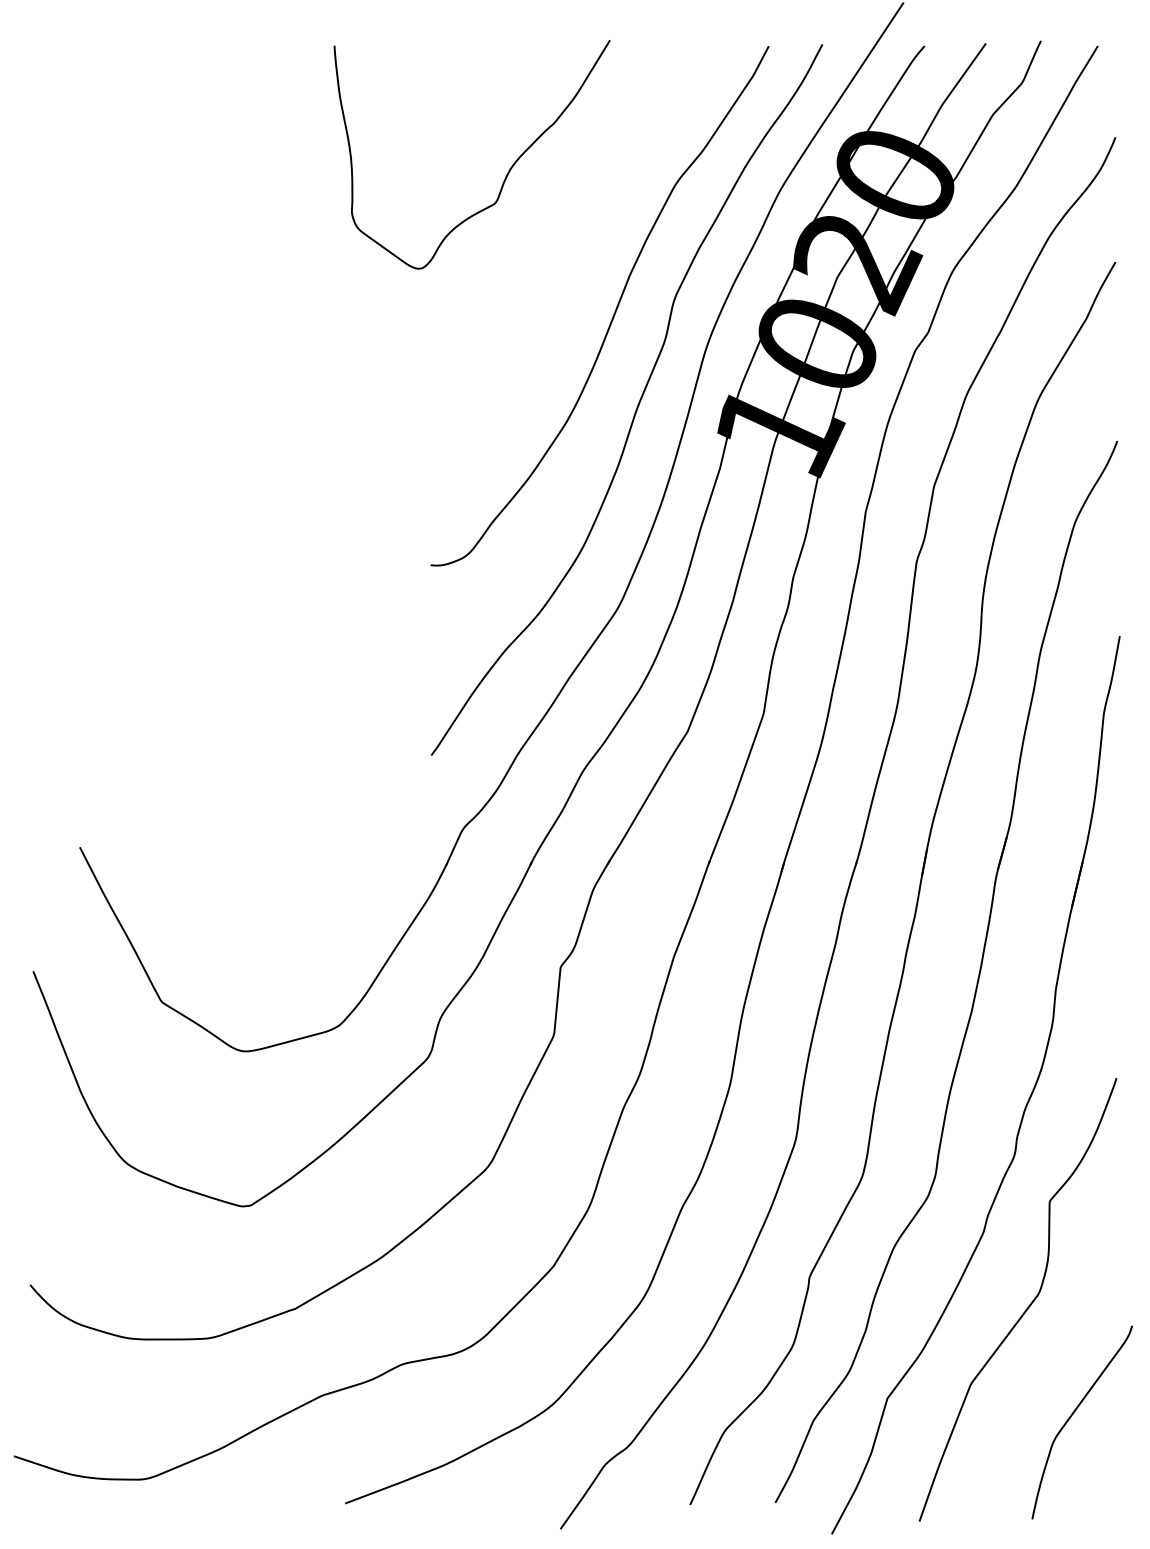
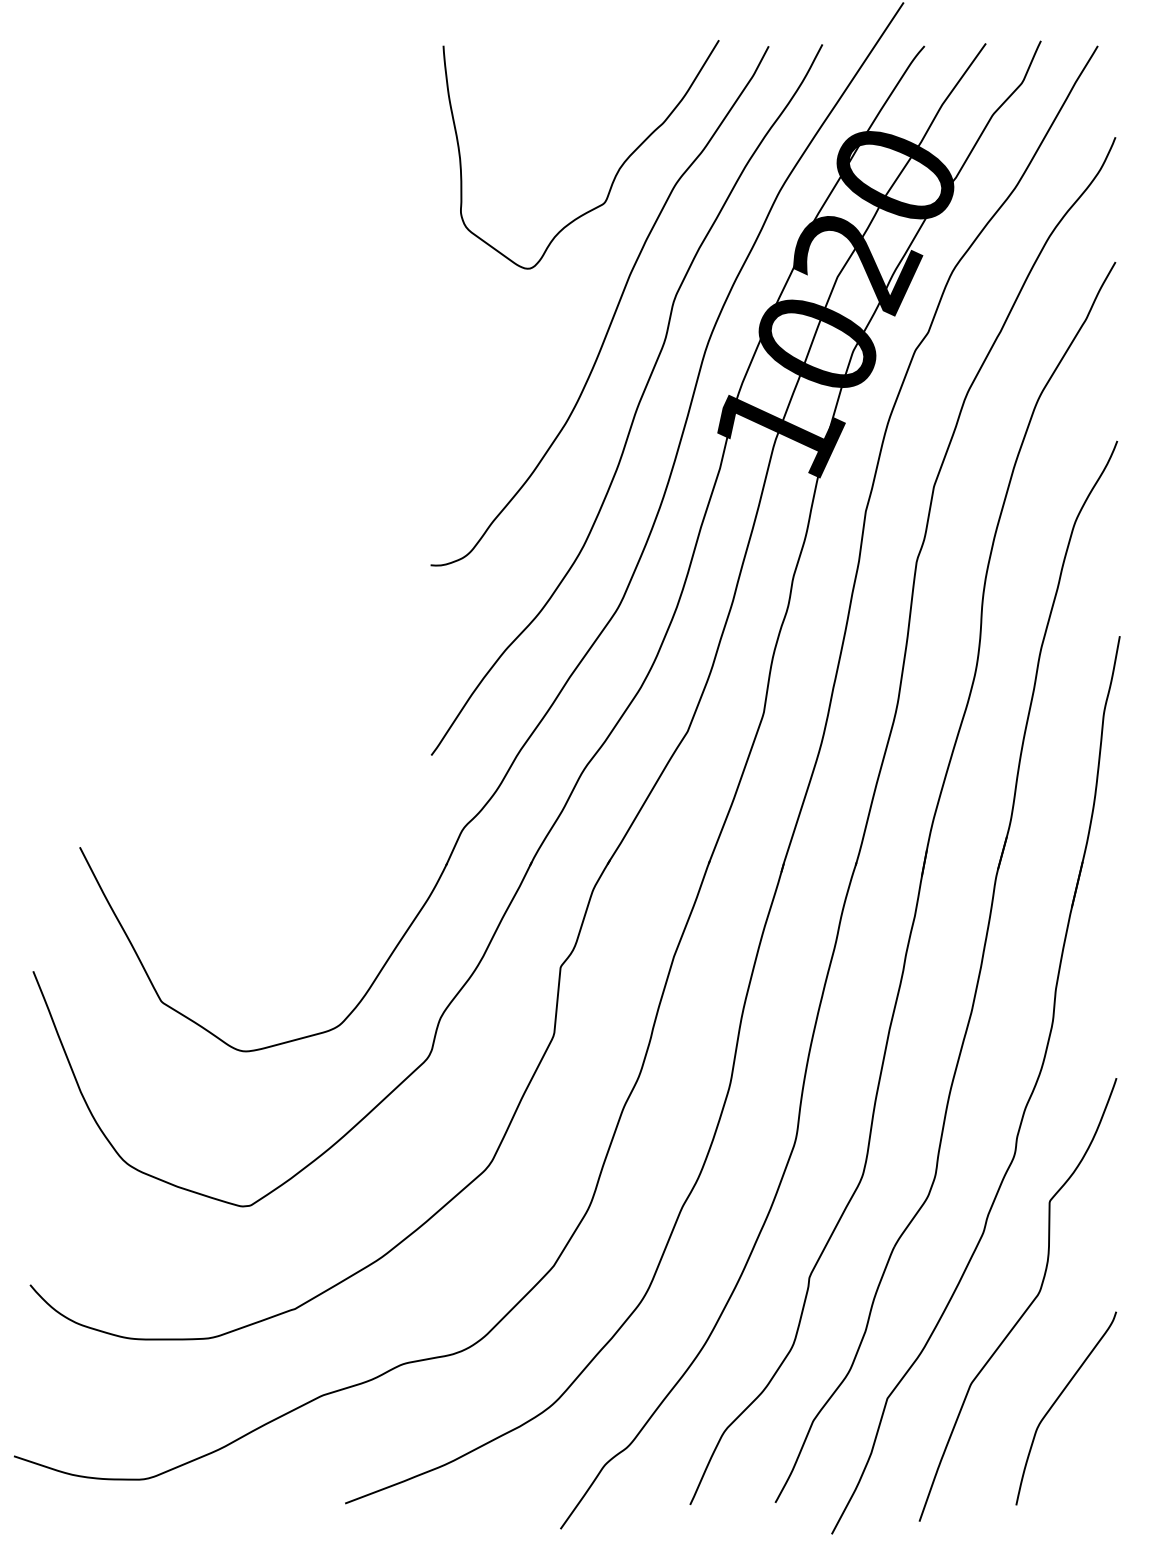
curve at (507, 172) position: (507, 172) -> (616, 172)
curve at (1071, 1417) position: (1071, 1417) -> (1055, 1403)
